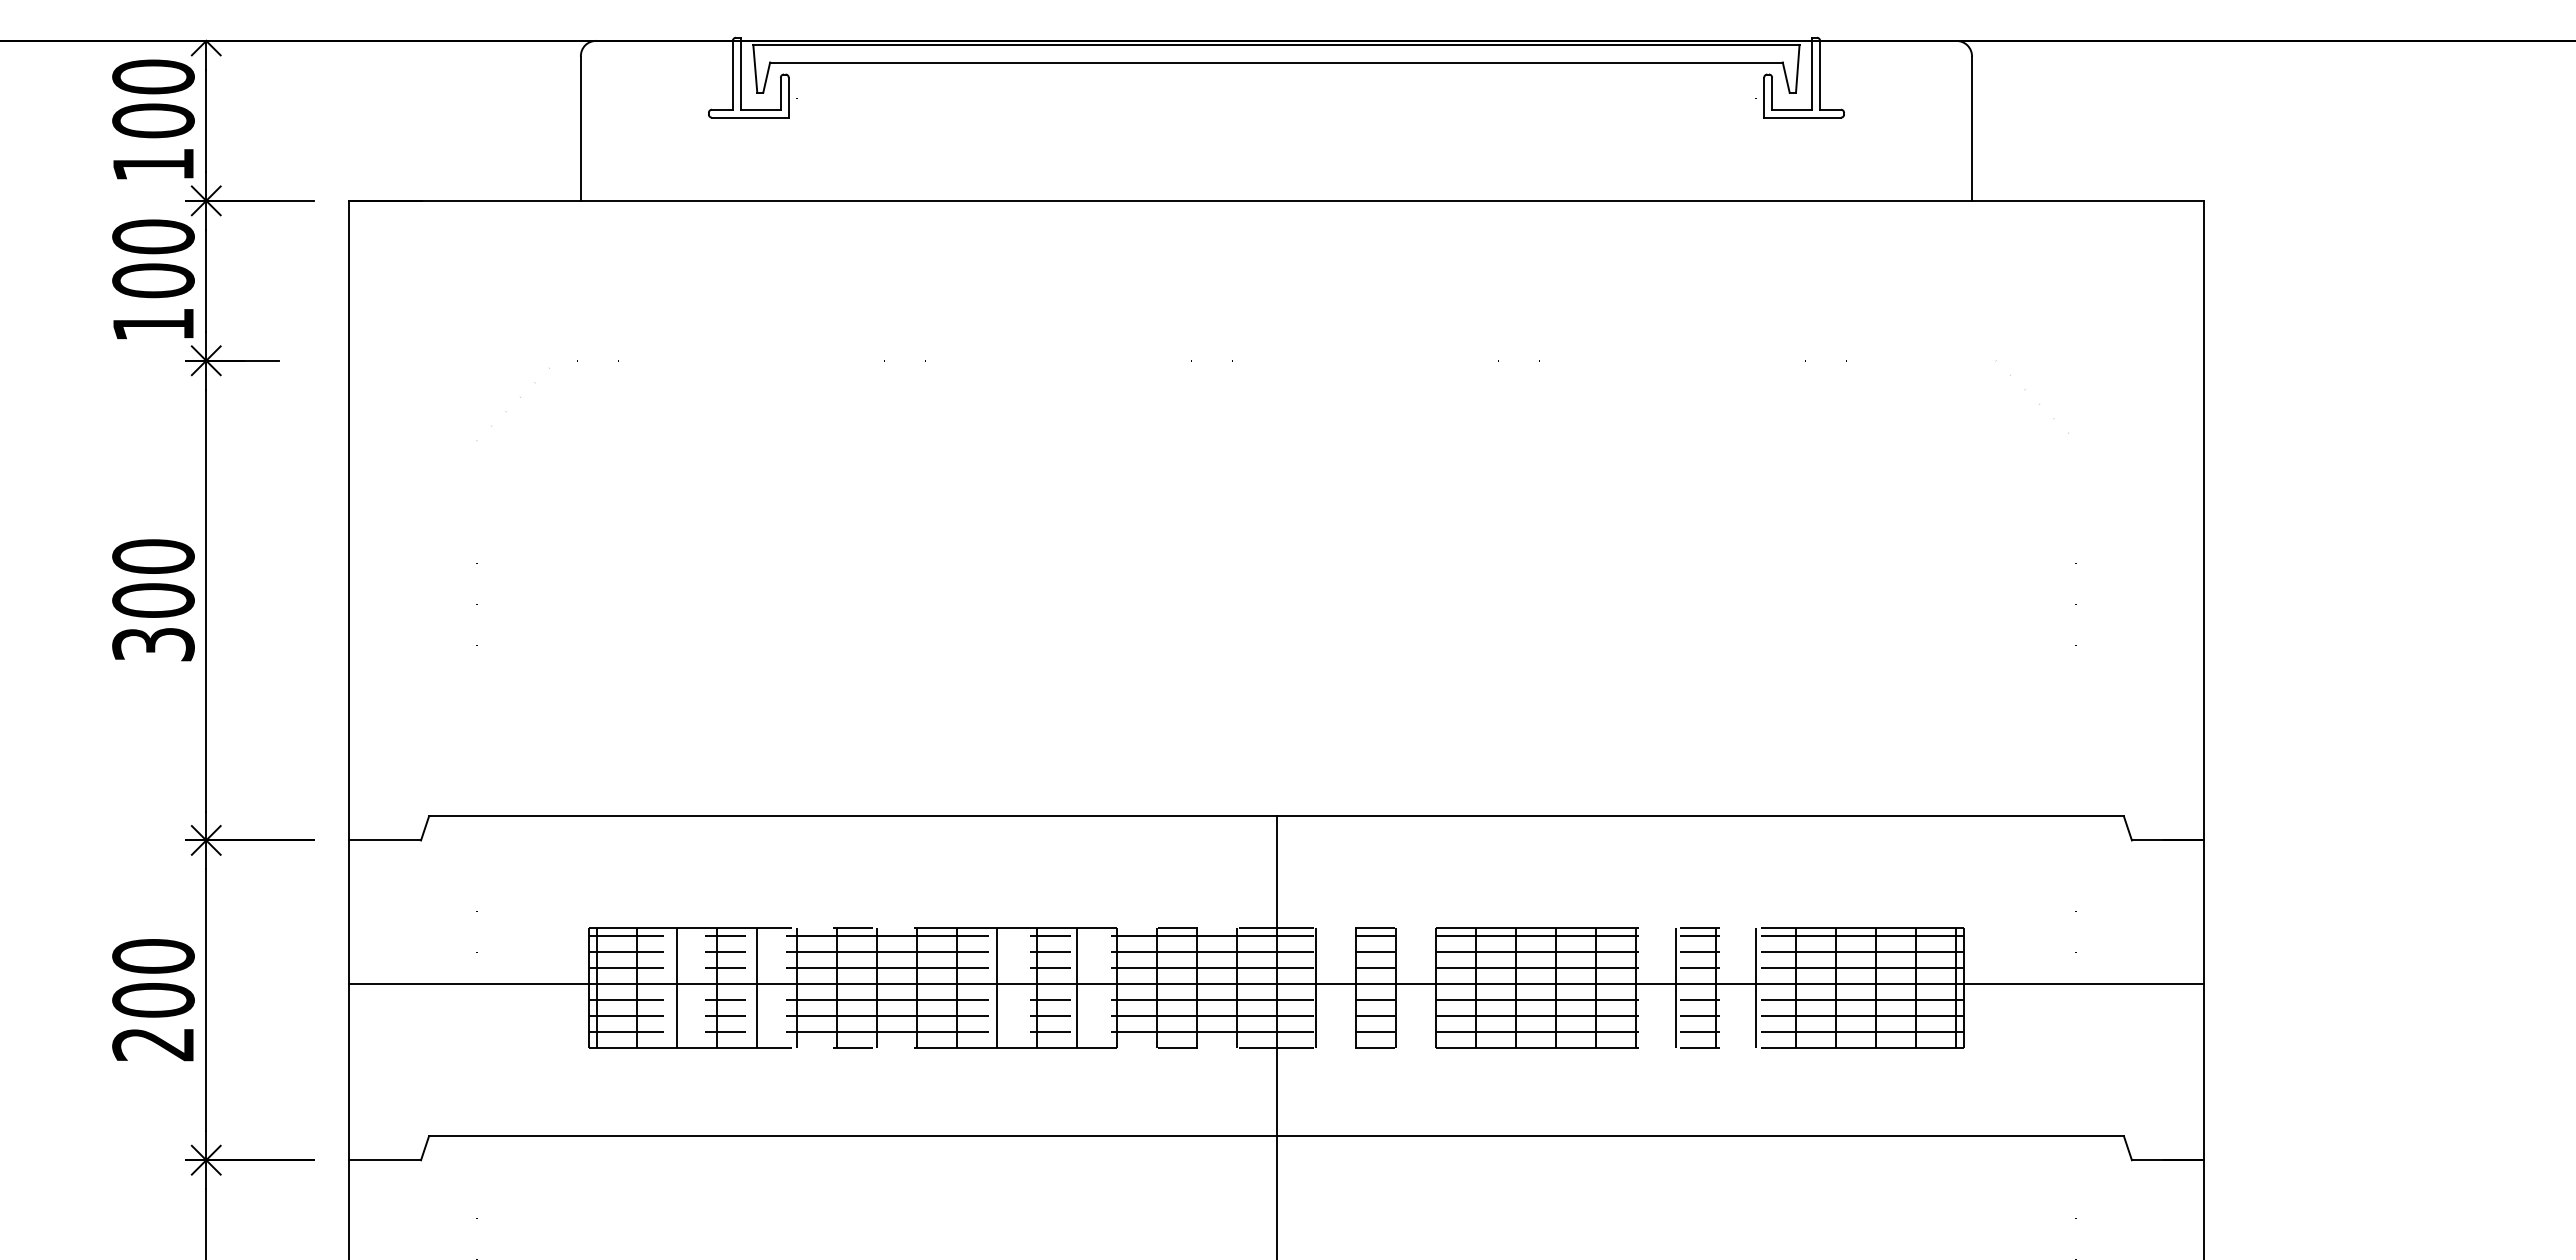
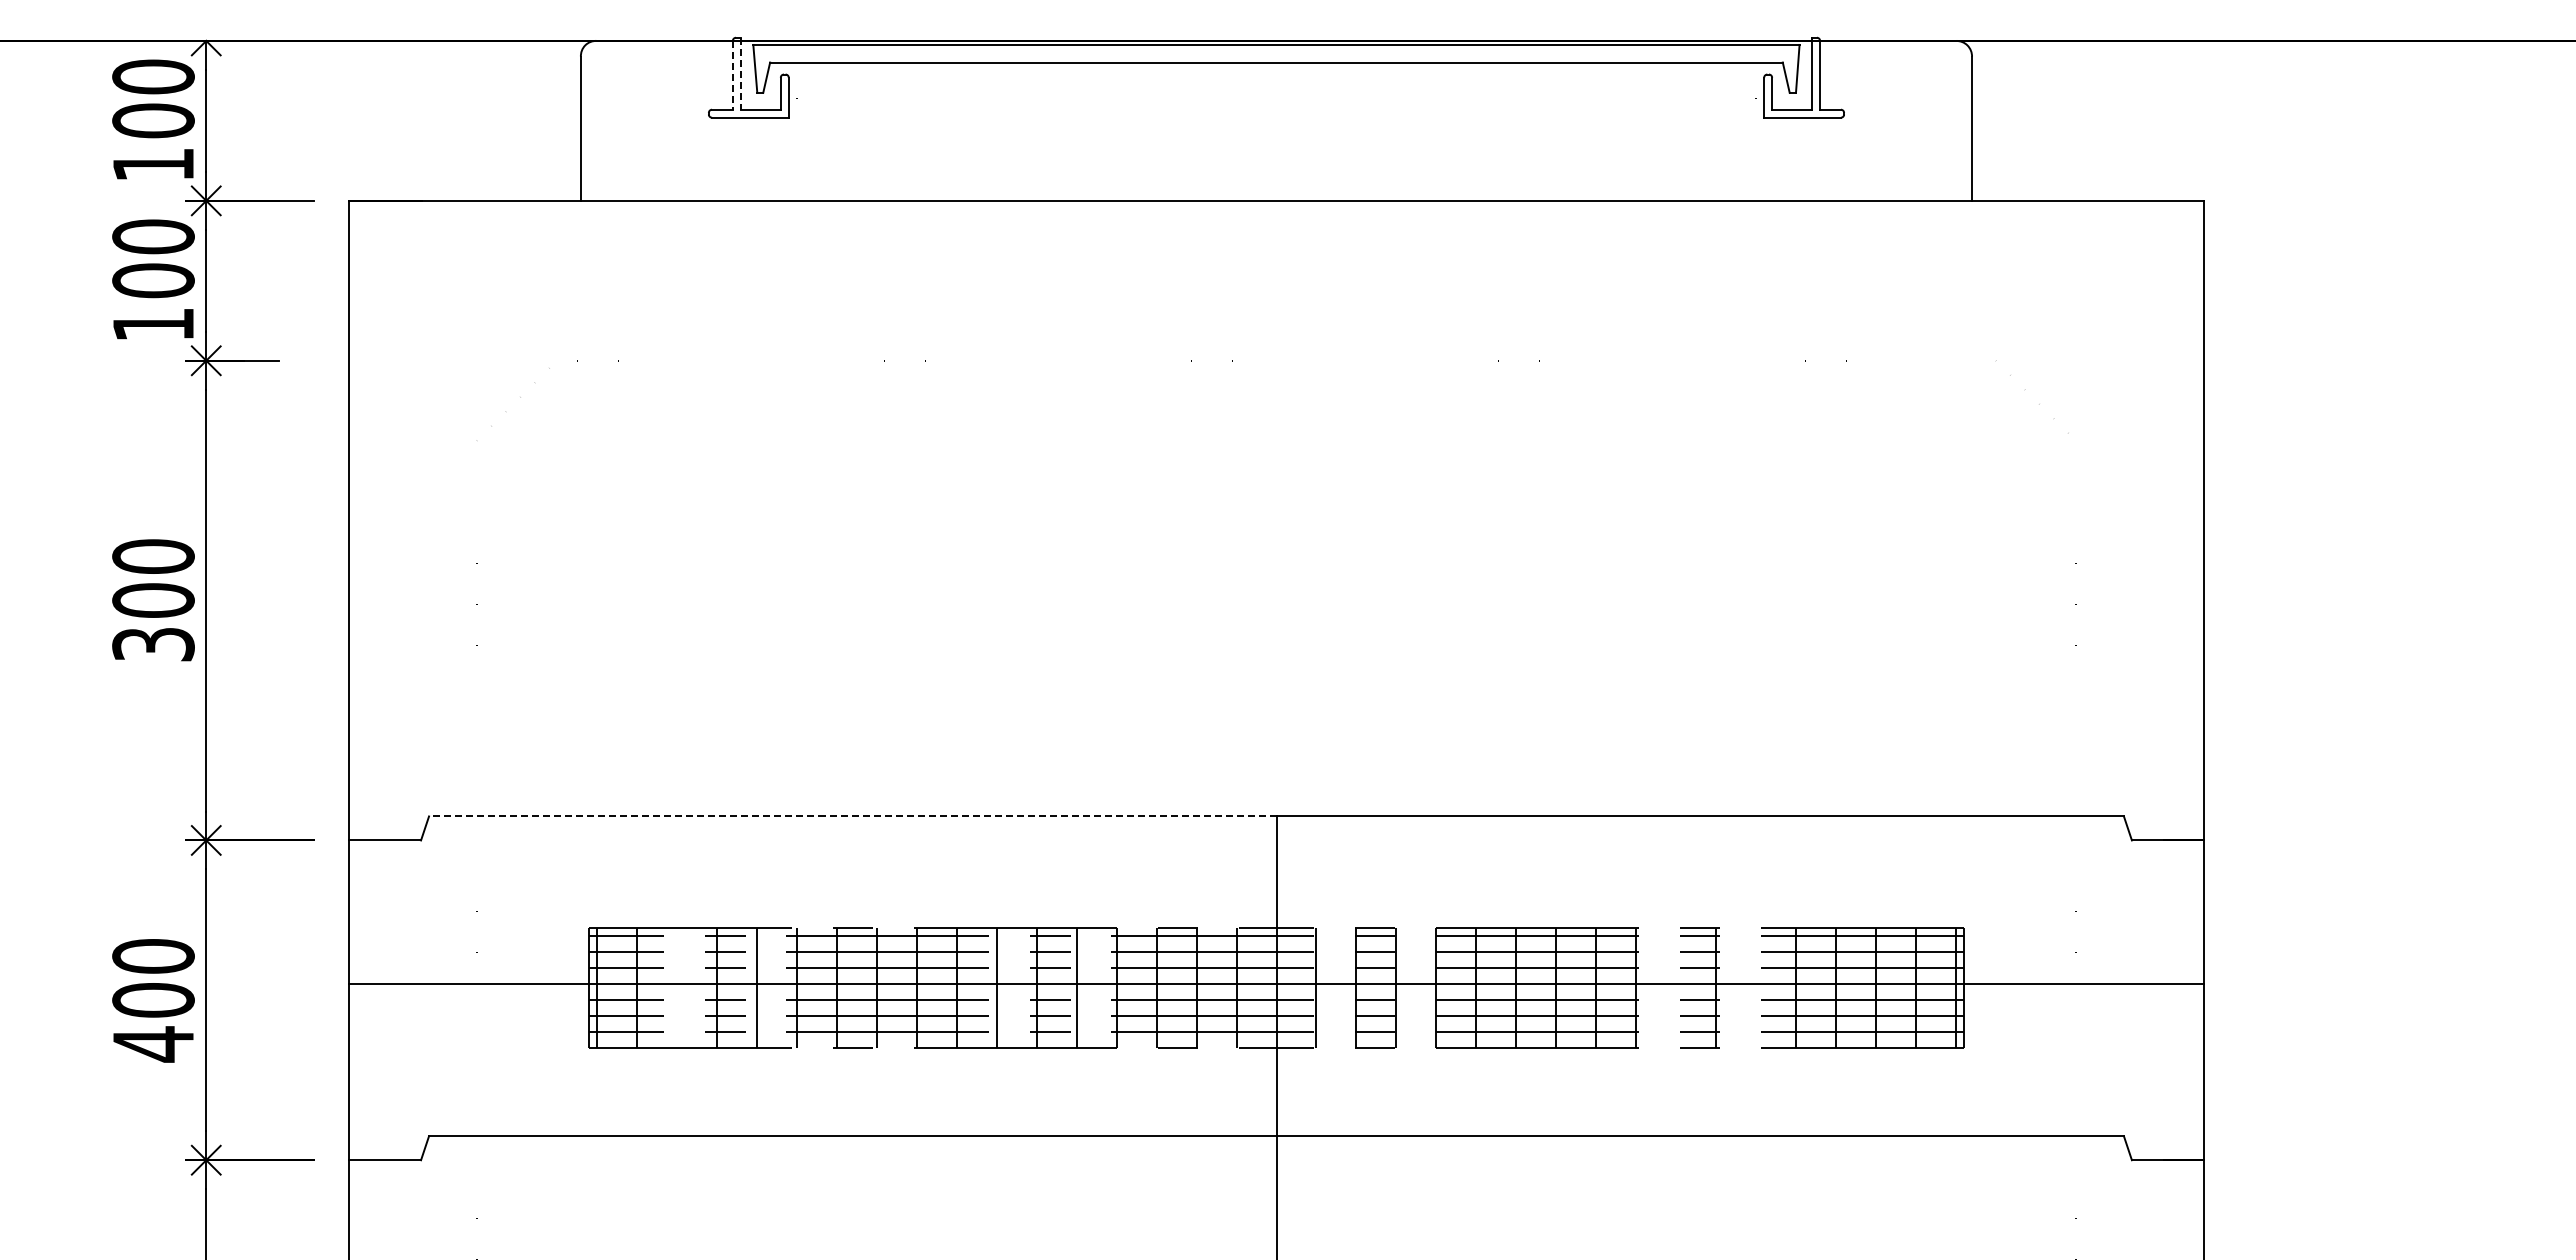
line at (740, 73): solid -> dashed
line at (732, 75): solid -> dashed
line at (852, 816): solid -> dashed
line at (676, 988): present -> none
line at (1676, 988): present -> none
line at (1756, 988): present -> none
text at (152, 1044): 200 -> 400
